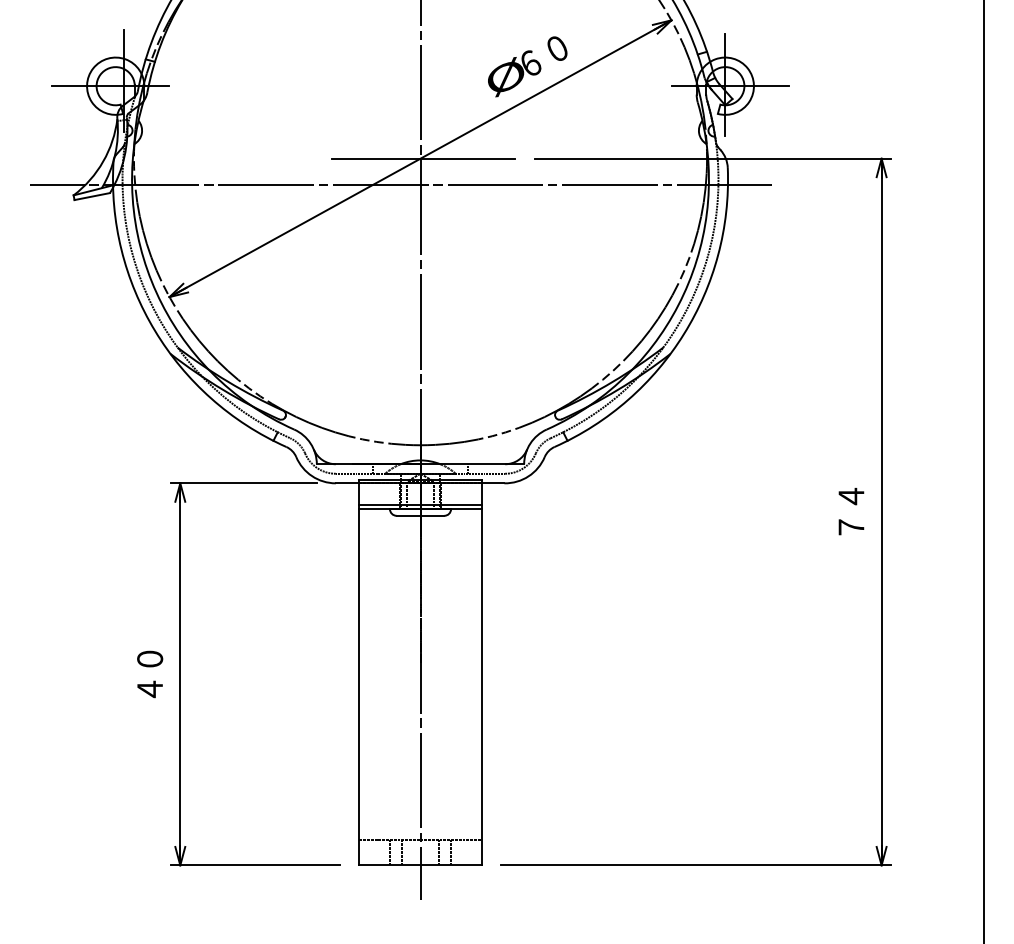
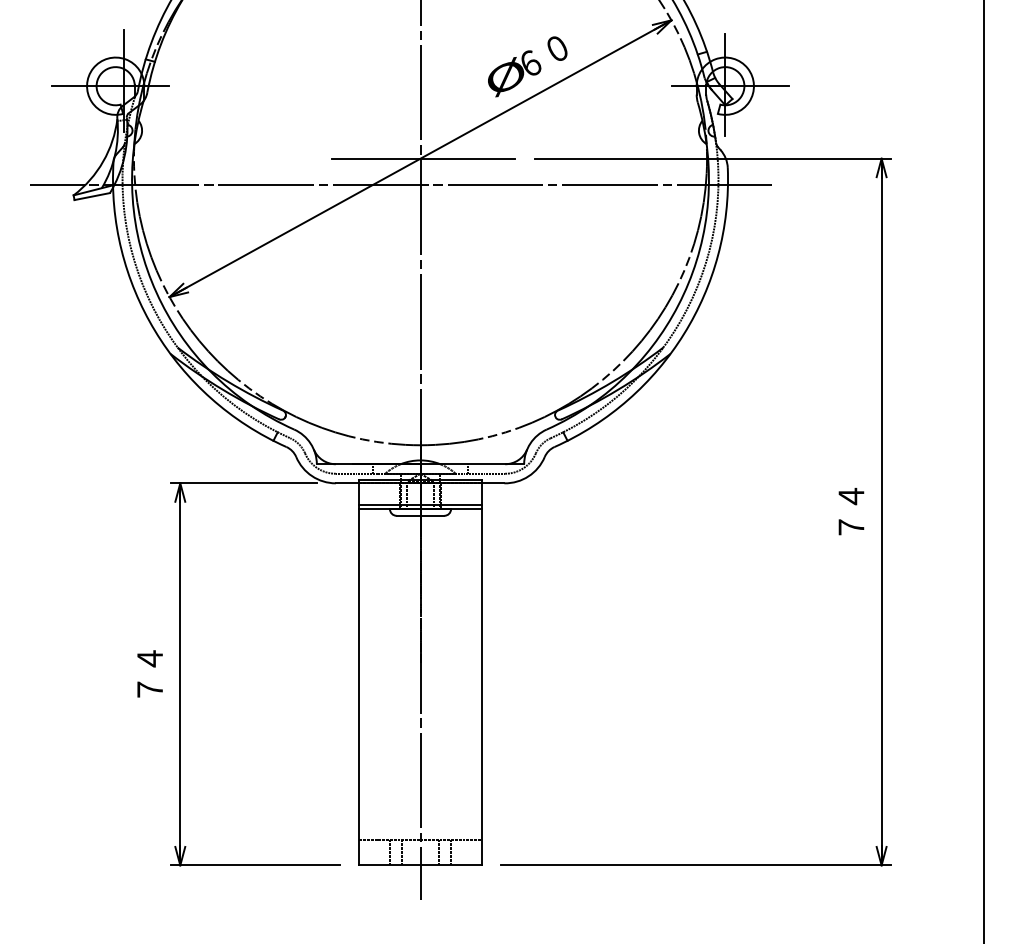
text at (150, 674): ４０ -> ７４
